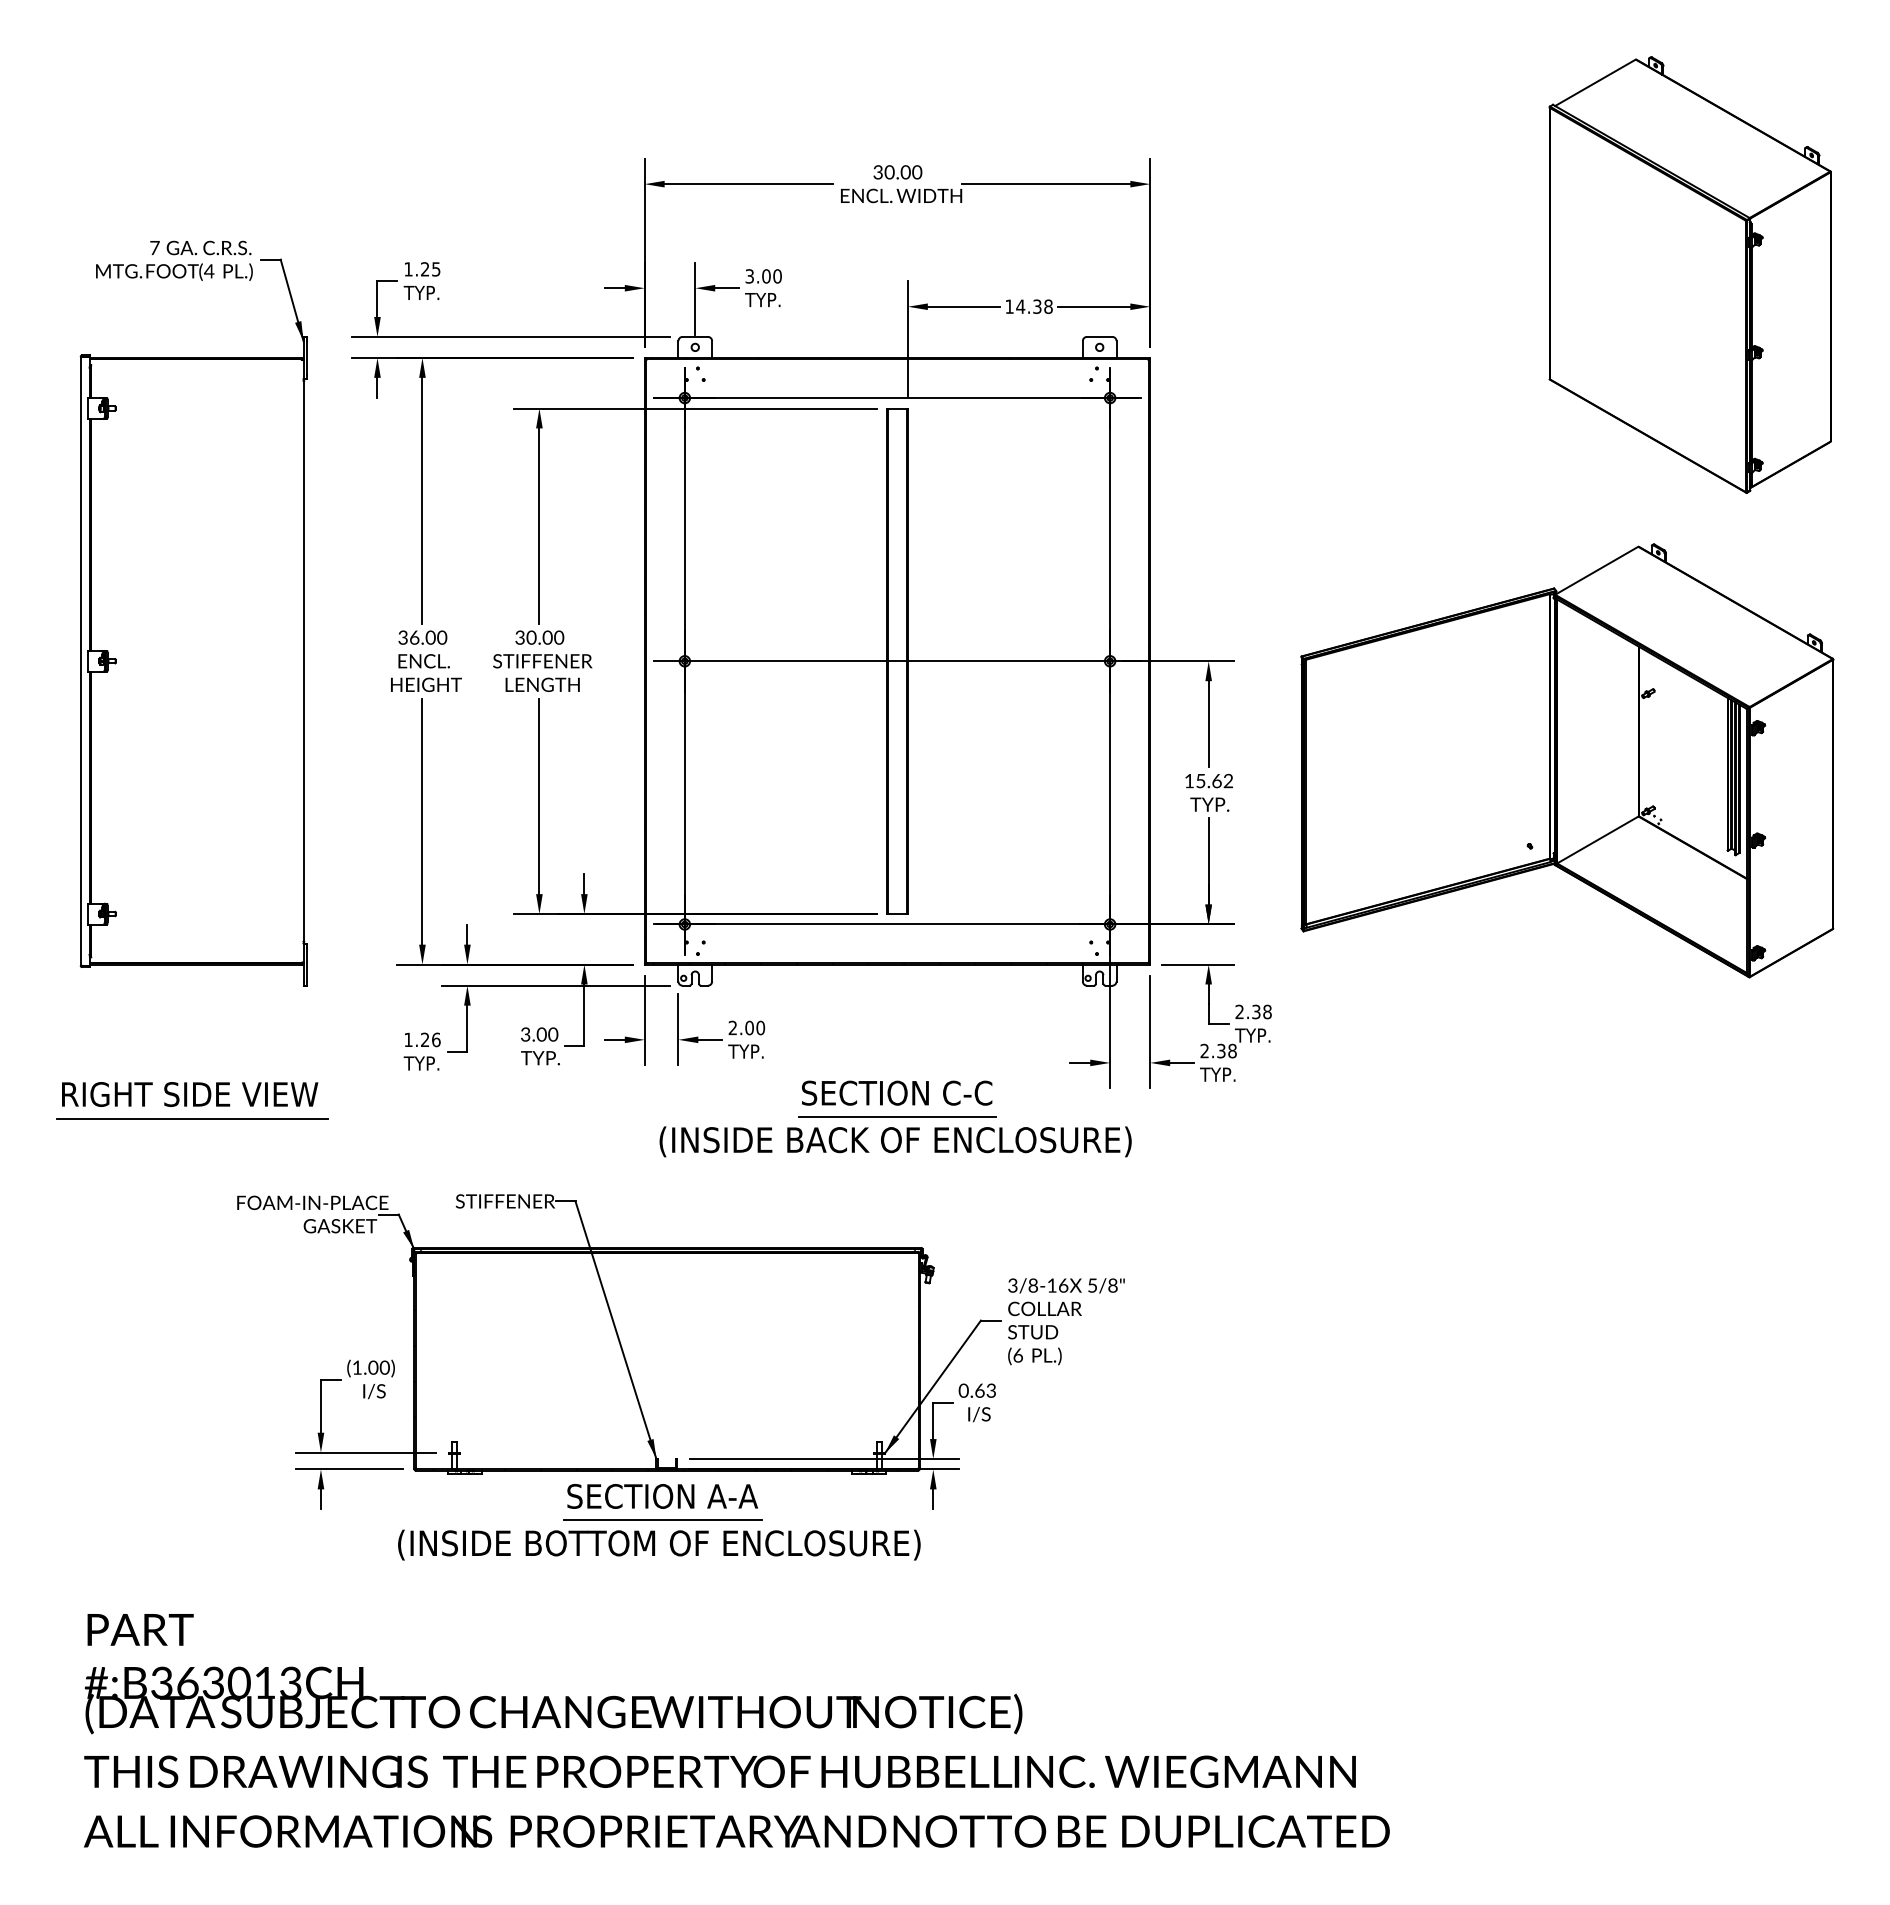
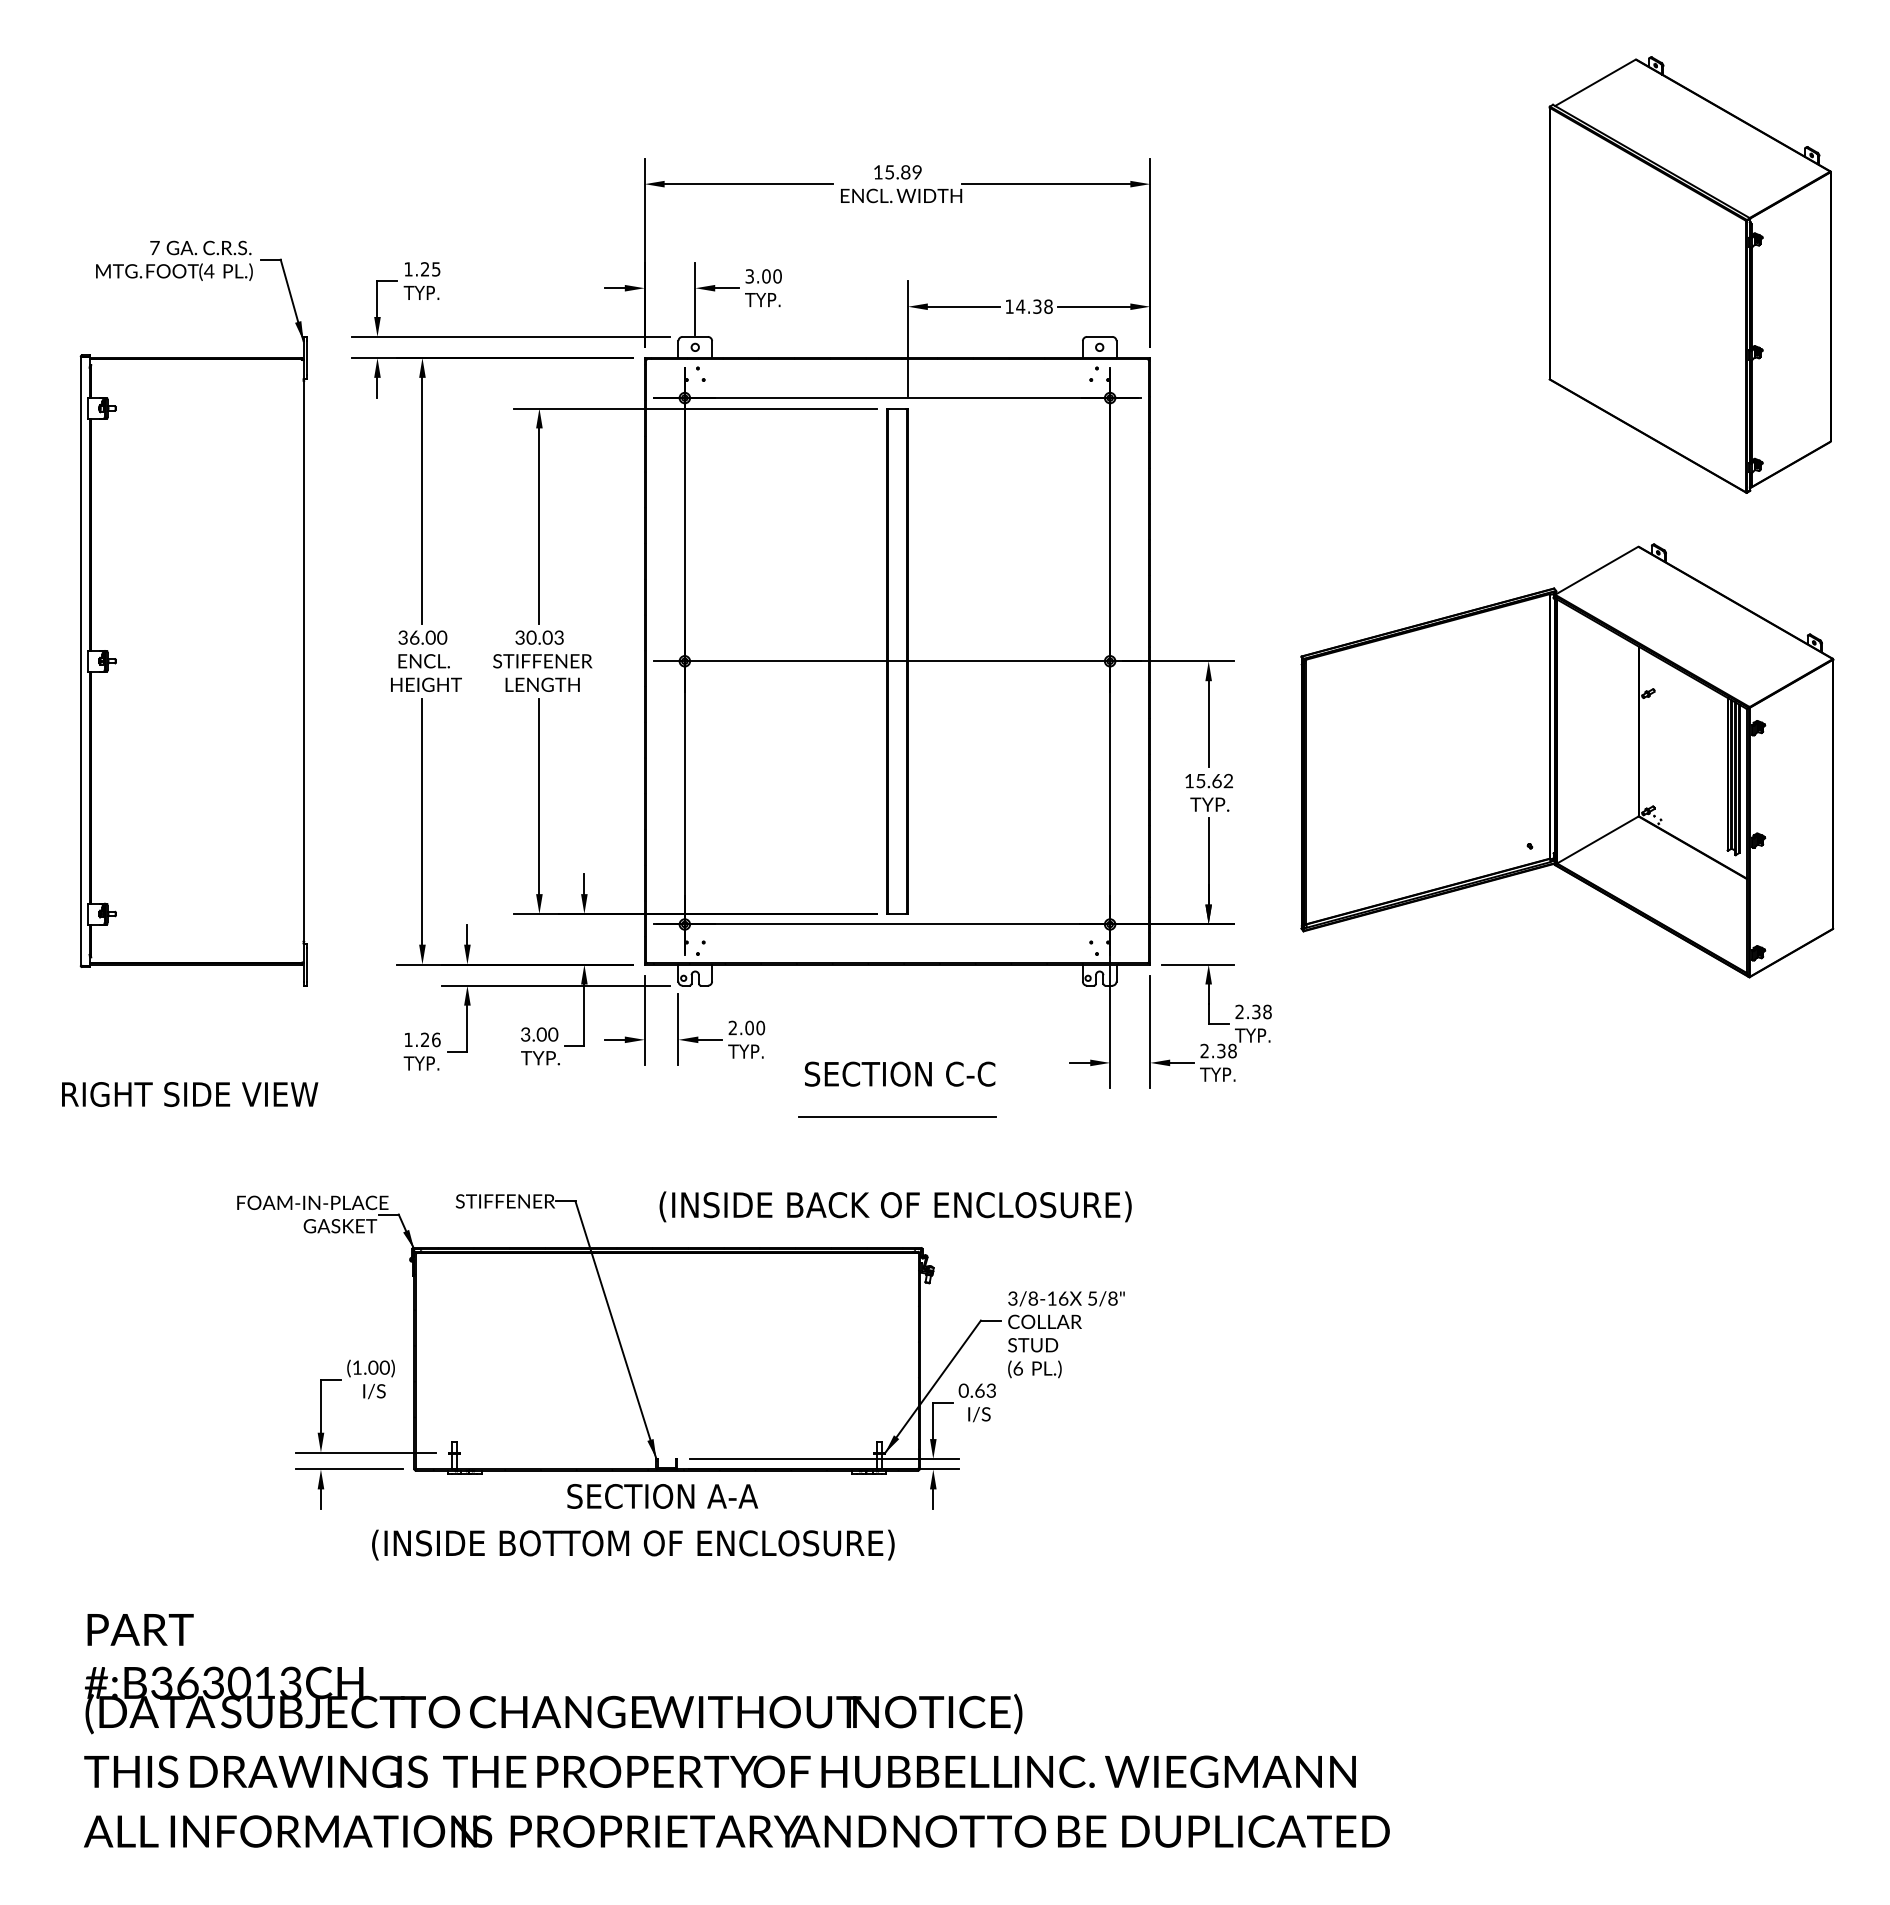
text at (897, 172): 30.00 -> 15.89
text at (559, 637): 30.00 -> 30.03
text at (897, 1092) position: (897, 1092) -> (900, 1073)
line at (192, 1118): present -> none
text at (895, 1141) position: (895, 1141) -> (895, 1206)
text at (1066, 1321) position: (1066, 1321) -> (1066, 1334)
line at (663, 1520): present -> none
text at (659, 1544) position: (659, 1544) -> (633, 1544)
